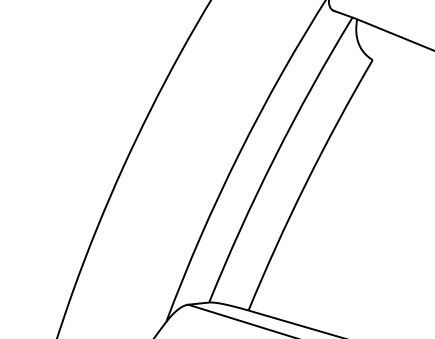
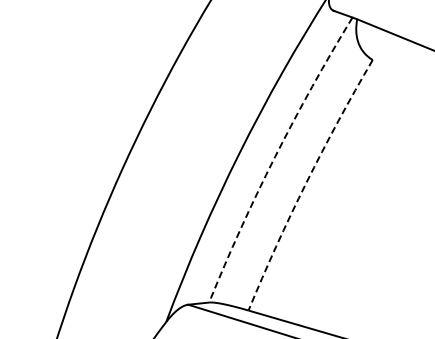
arc at (275, 157): solid -> dashed
arc at (306, 183): solid -> dashed
